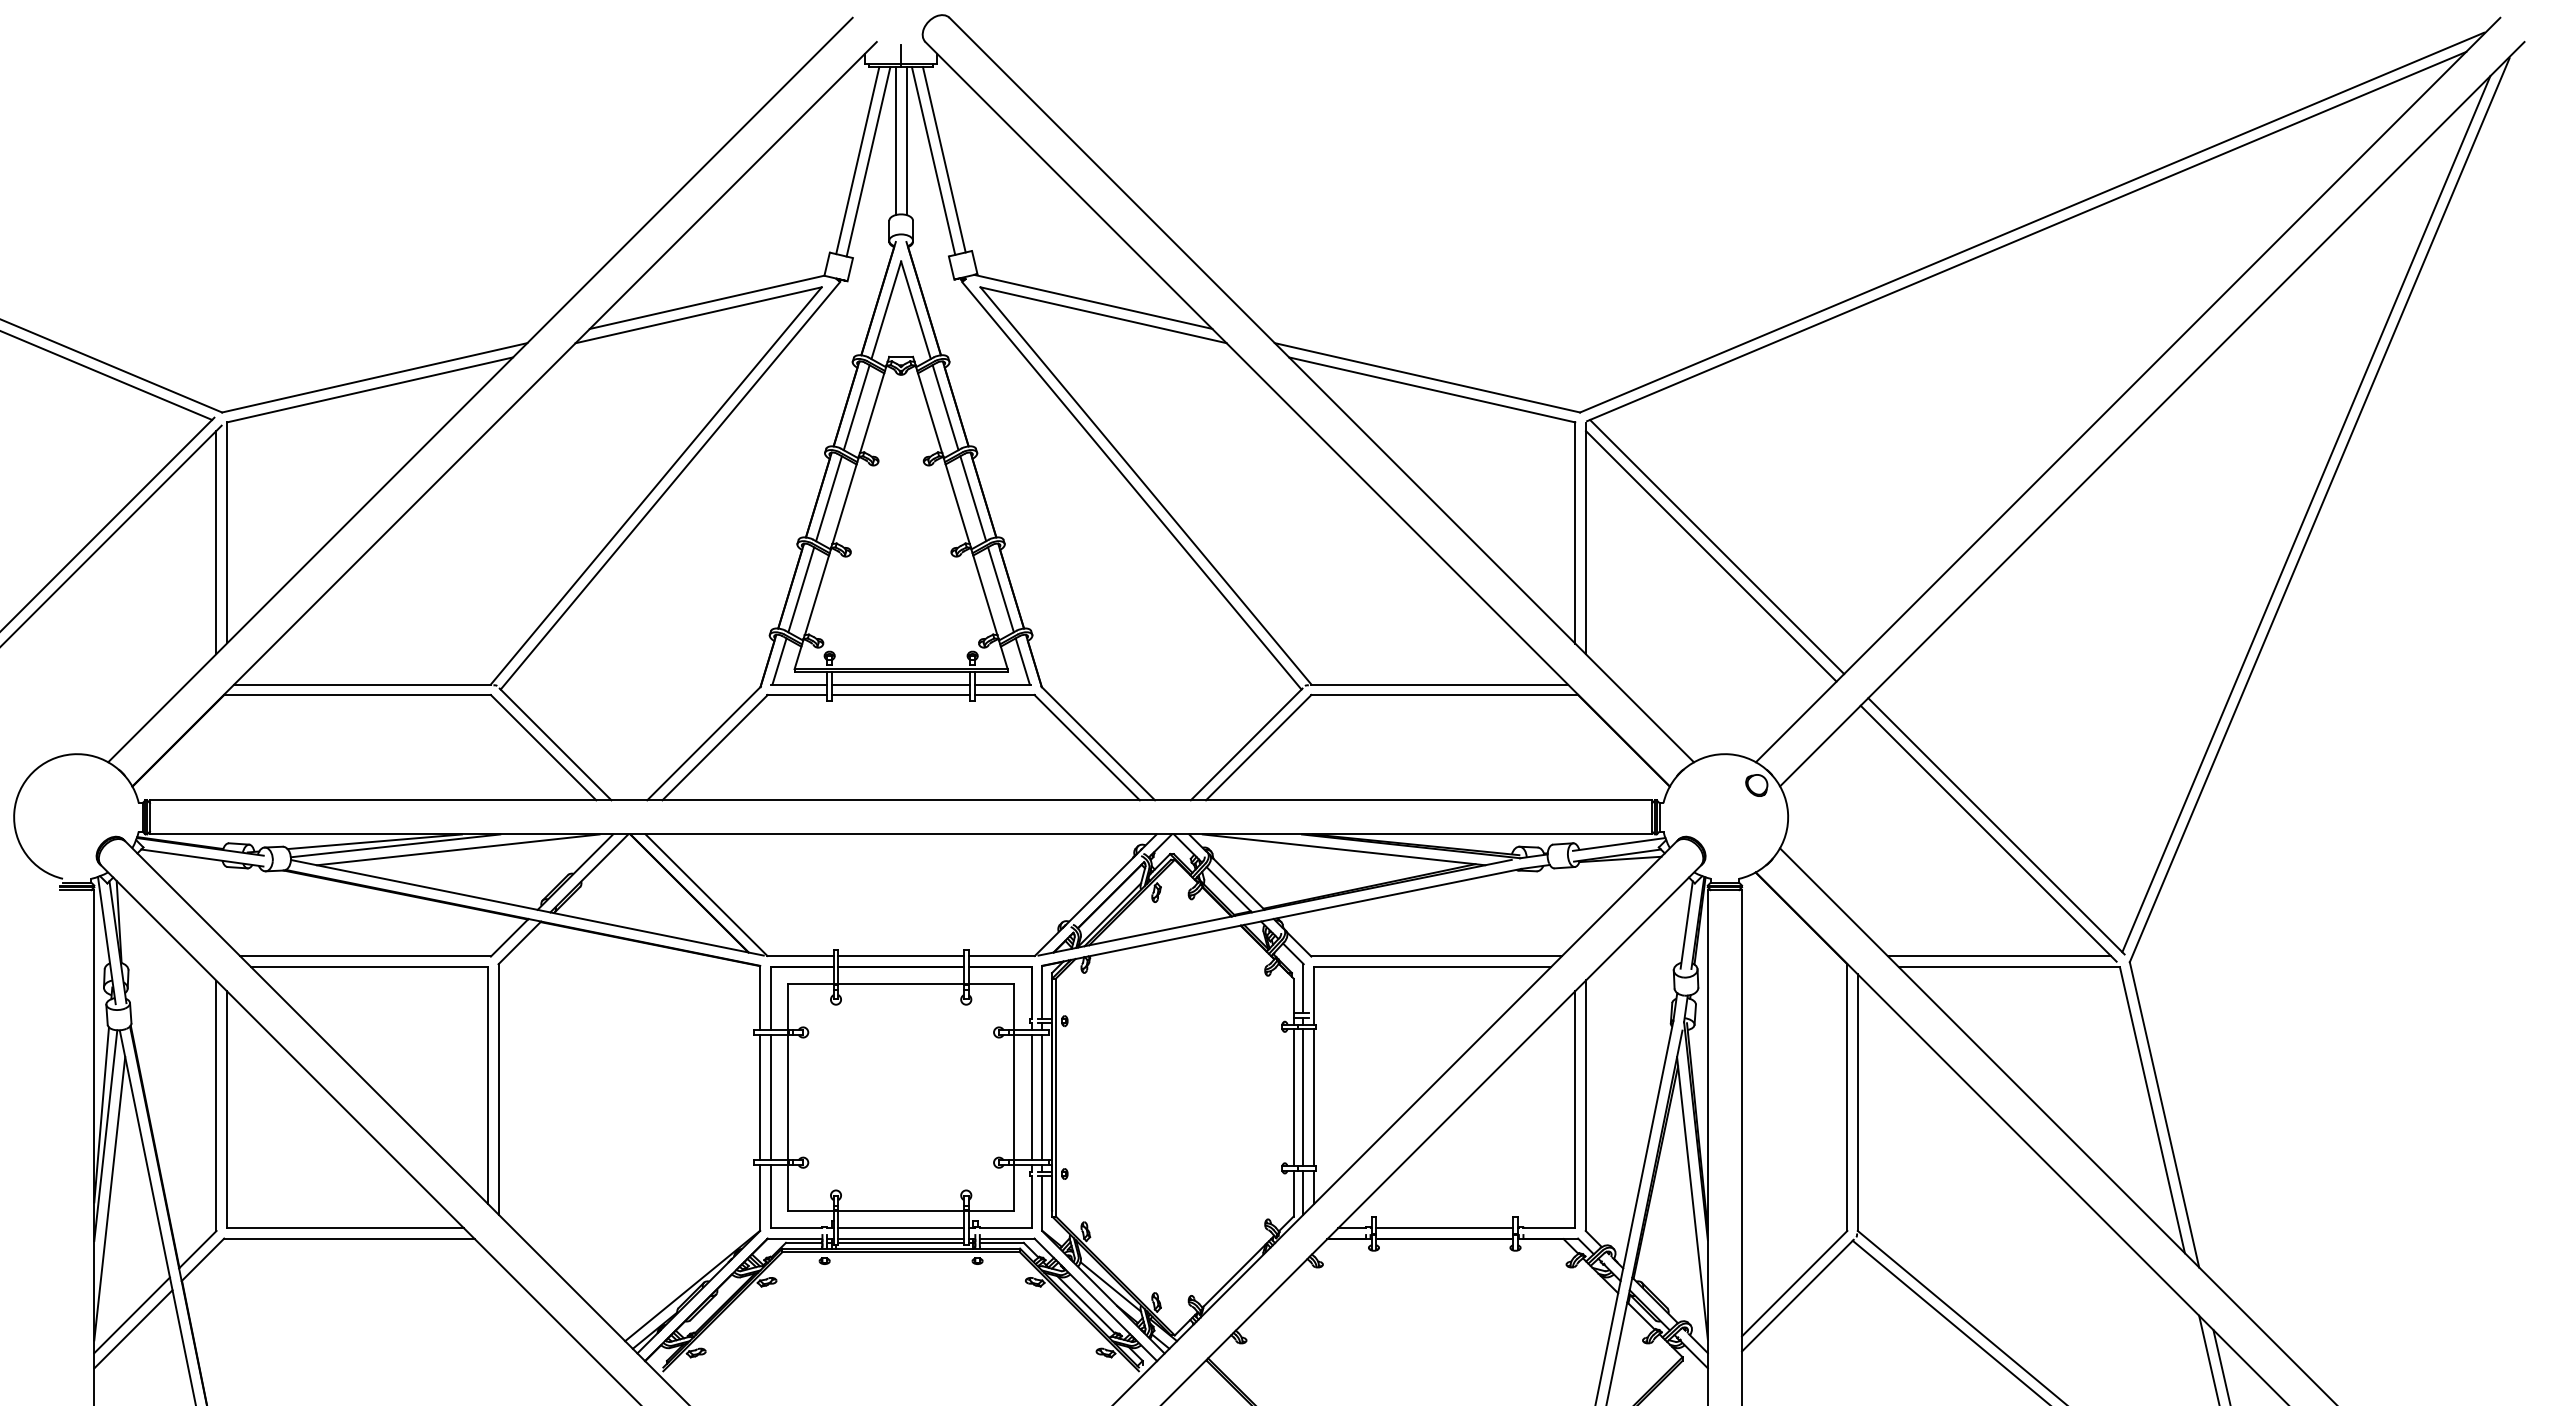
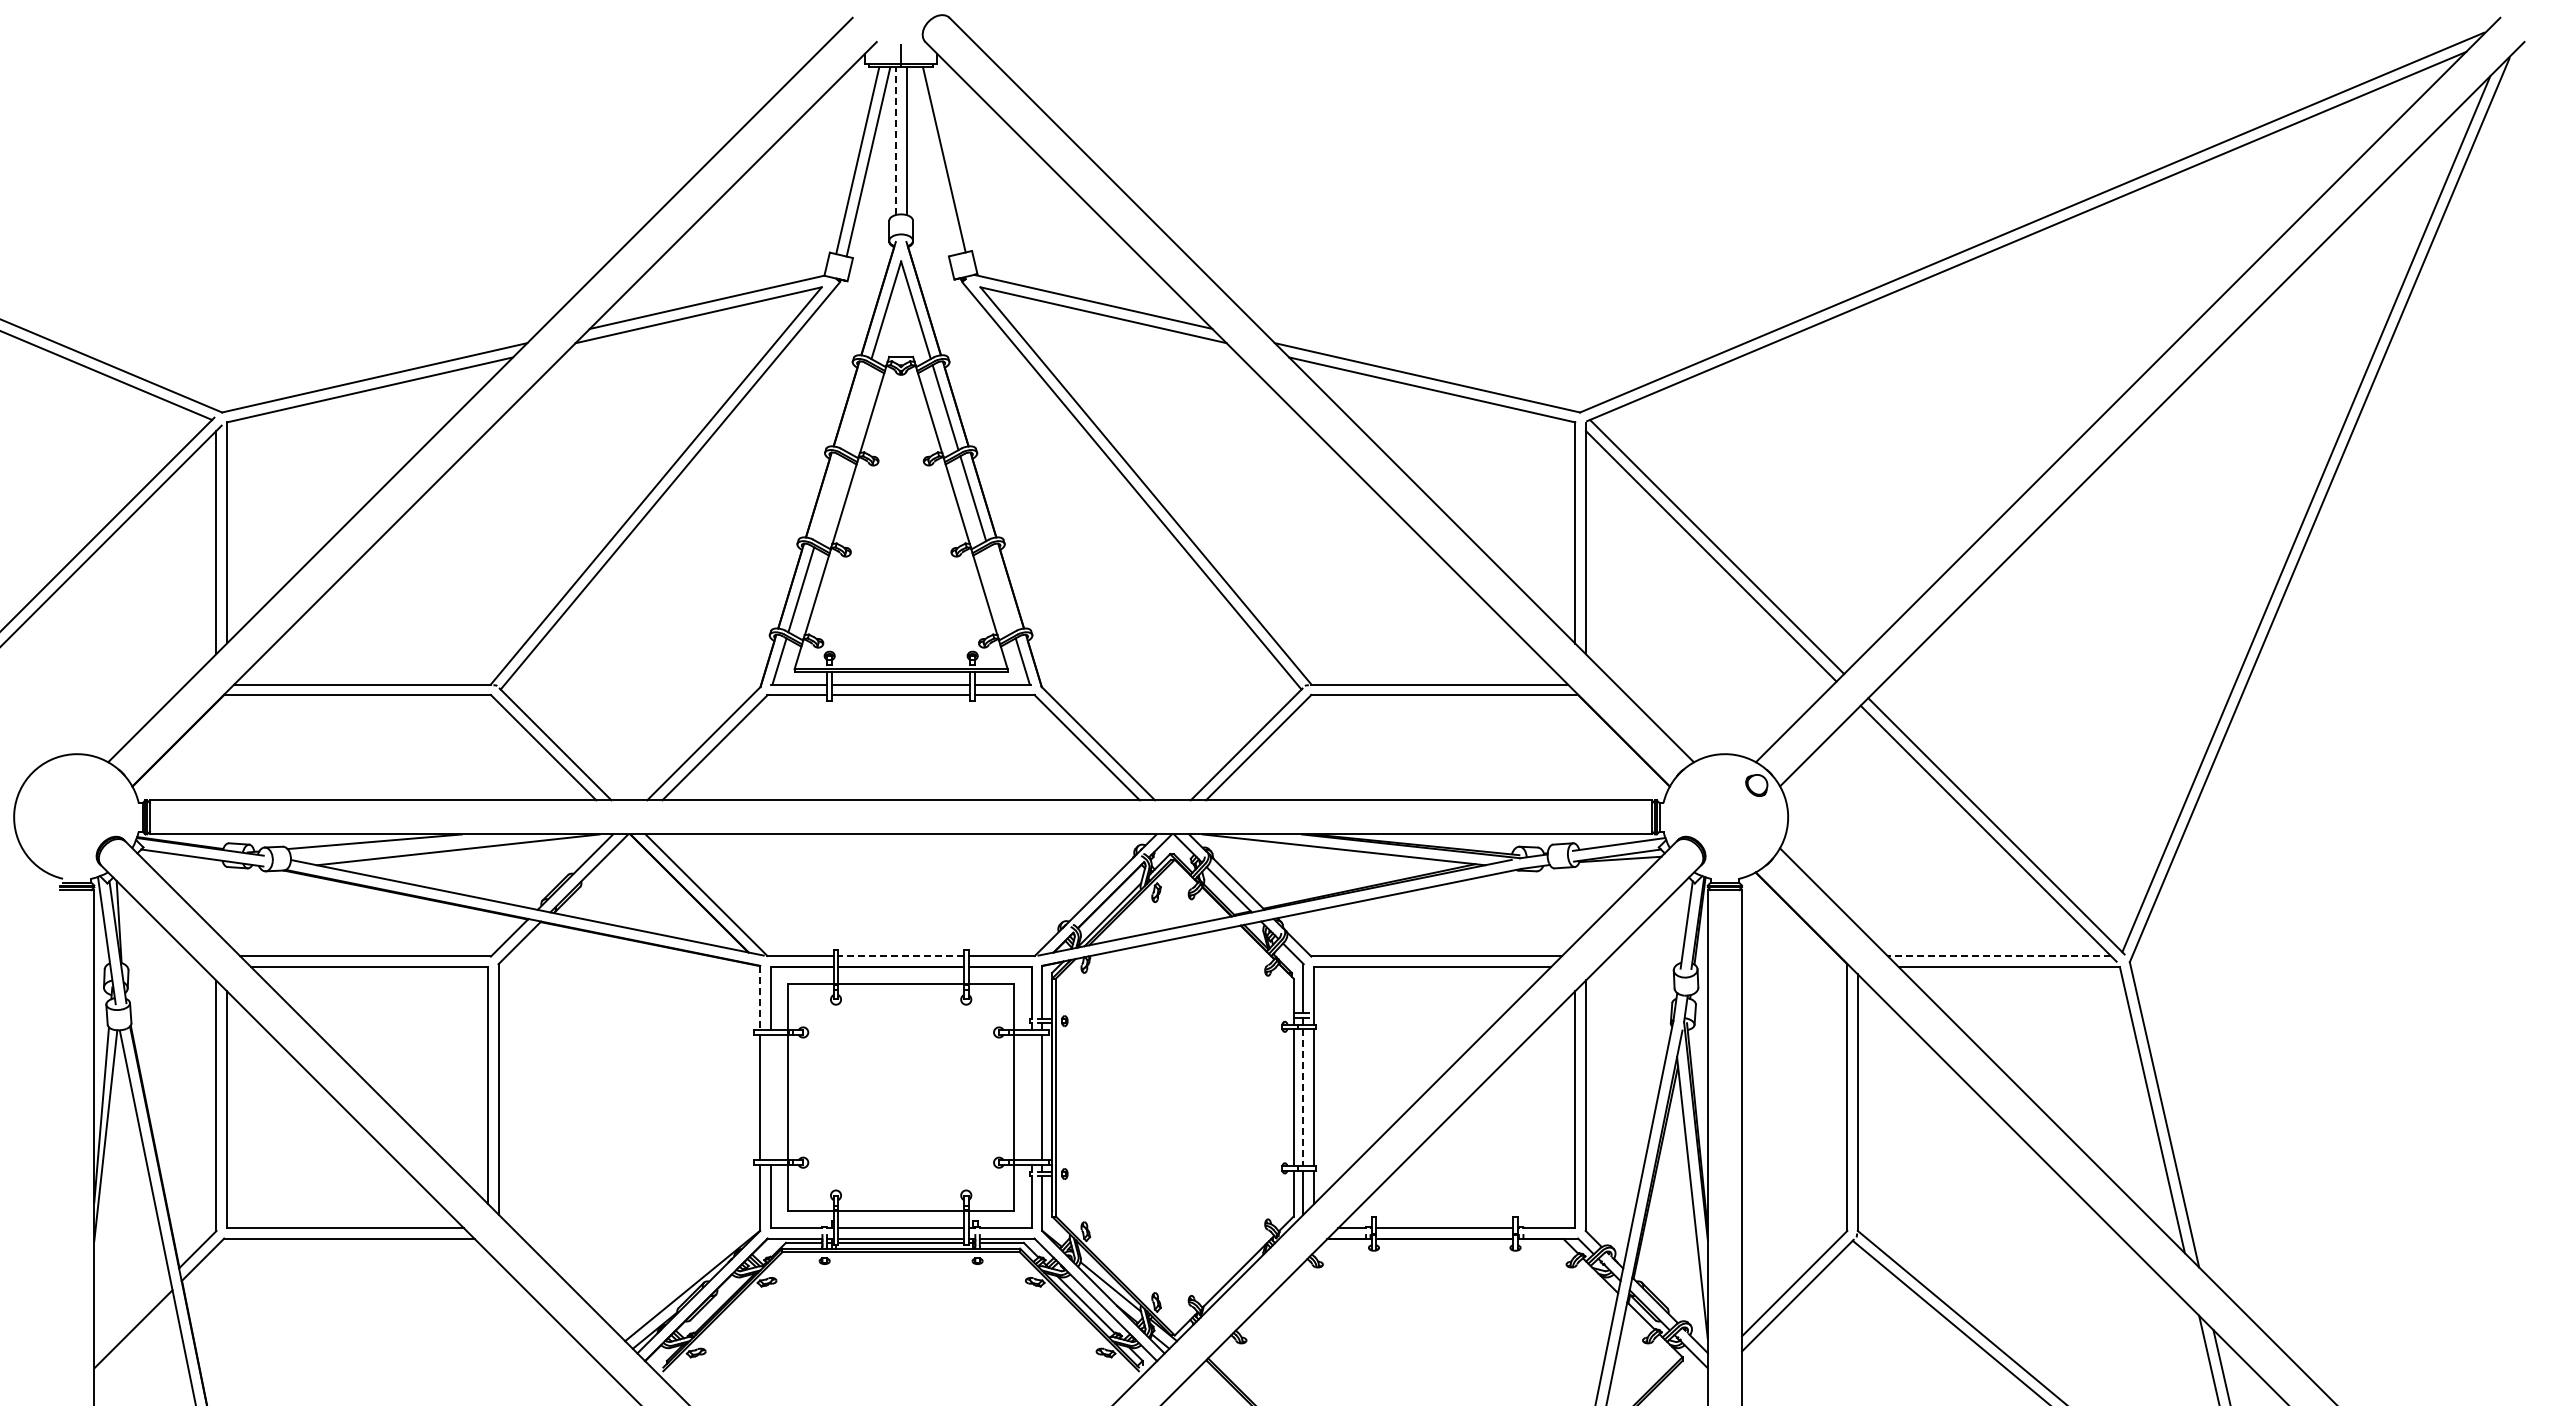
line at (895, 140): solid -> dashed
line at (933, 160): present -> none
line at (856, 407): present -> none
line at (828, 498): present -> none
line at (1000, 589): present -> none
line at (395, 845): present -> none
line at (901, 955): solid -> dashed
line at (1999, 956): solid -> dashed
line at (759, 998): solid -> dashed
line at (770, 1097): present -> none
line at (1031, 1097): present -> none
line at (1303, 1097): solid -> dashed
line at (109, 1198): present -> none
line at (131, 1315): present -> none
